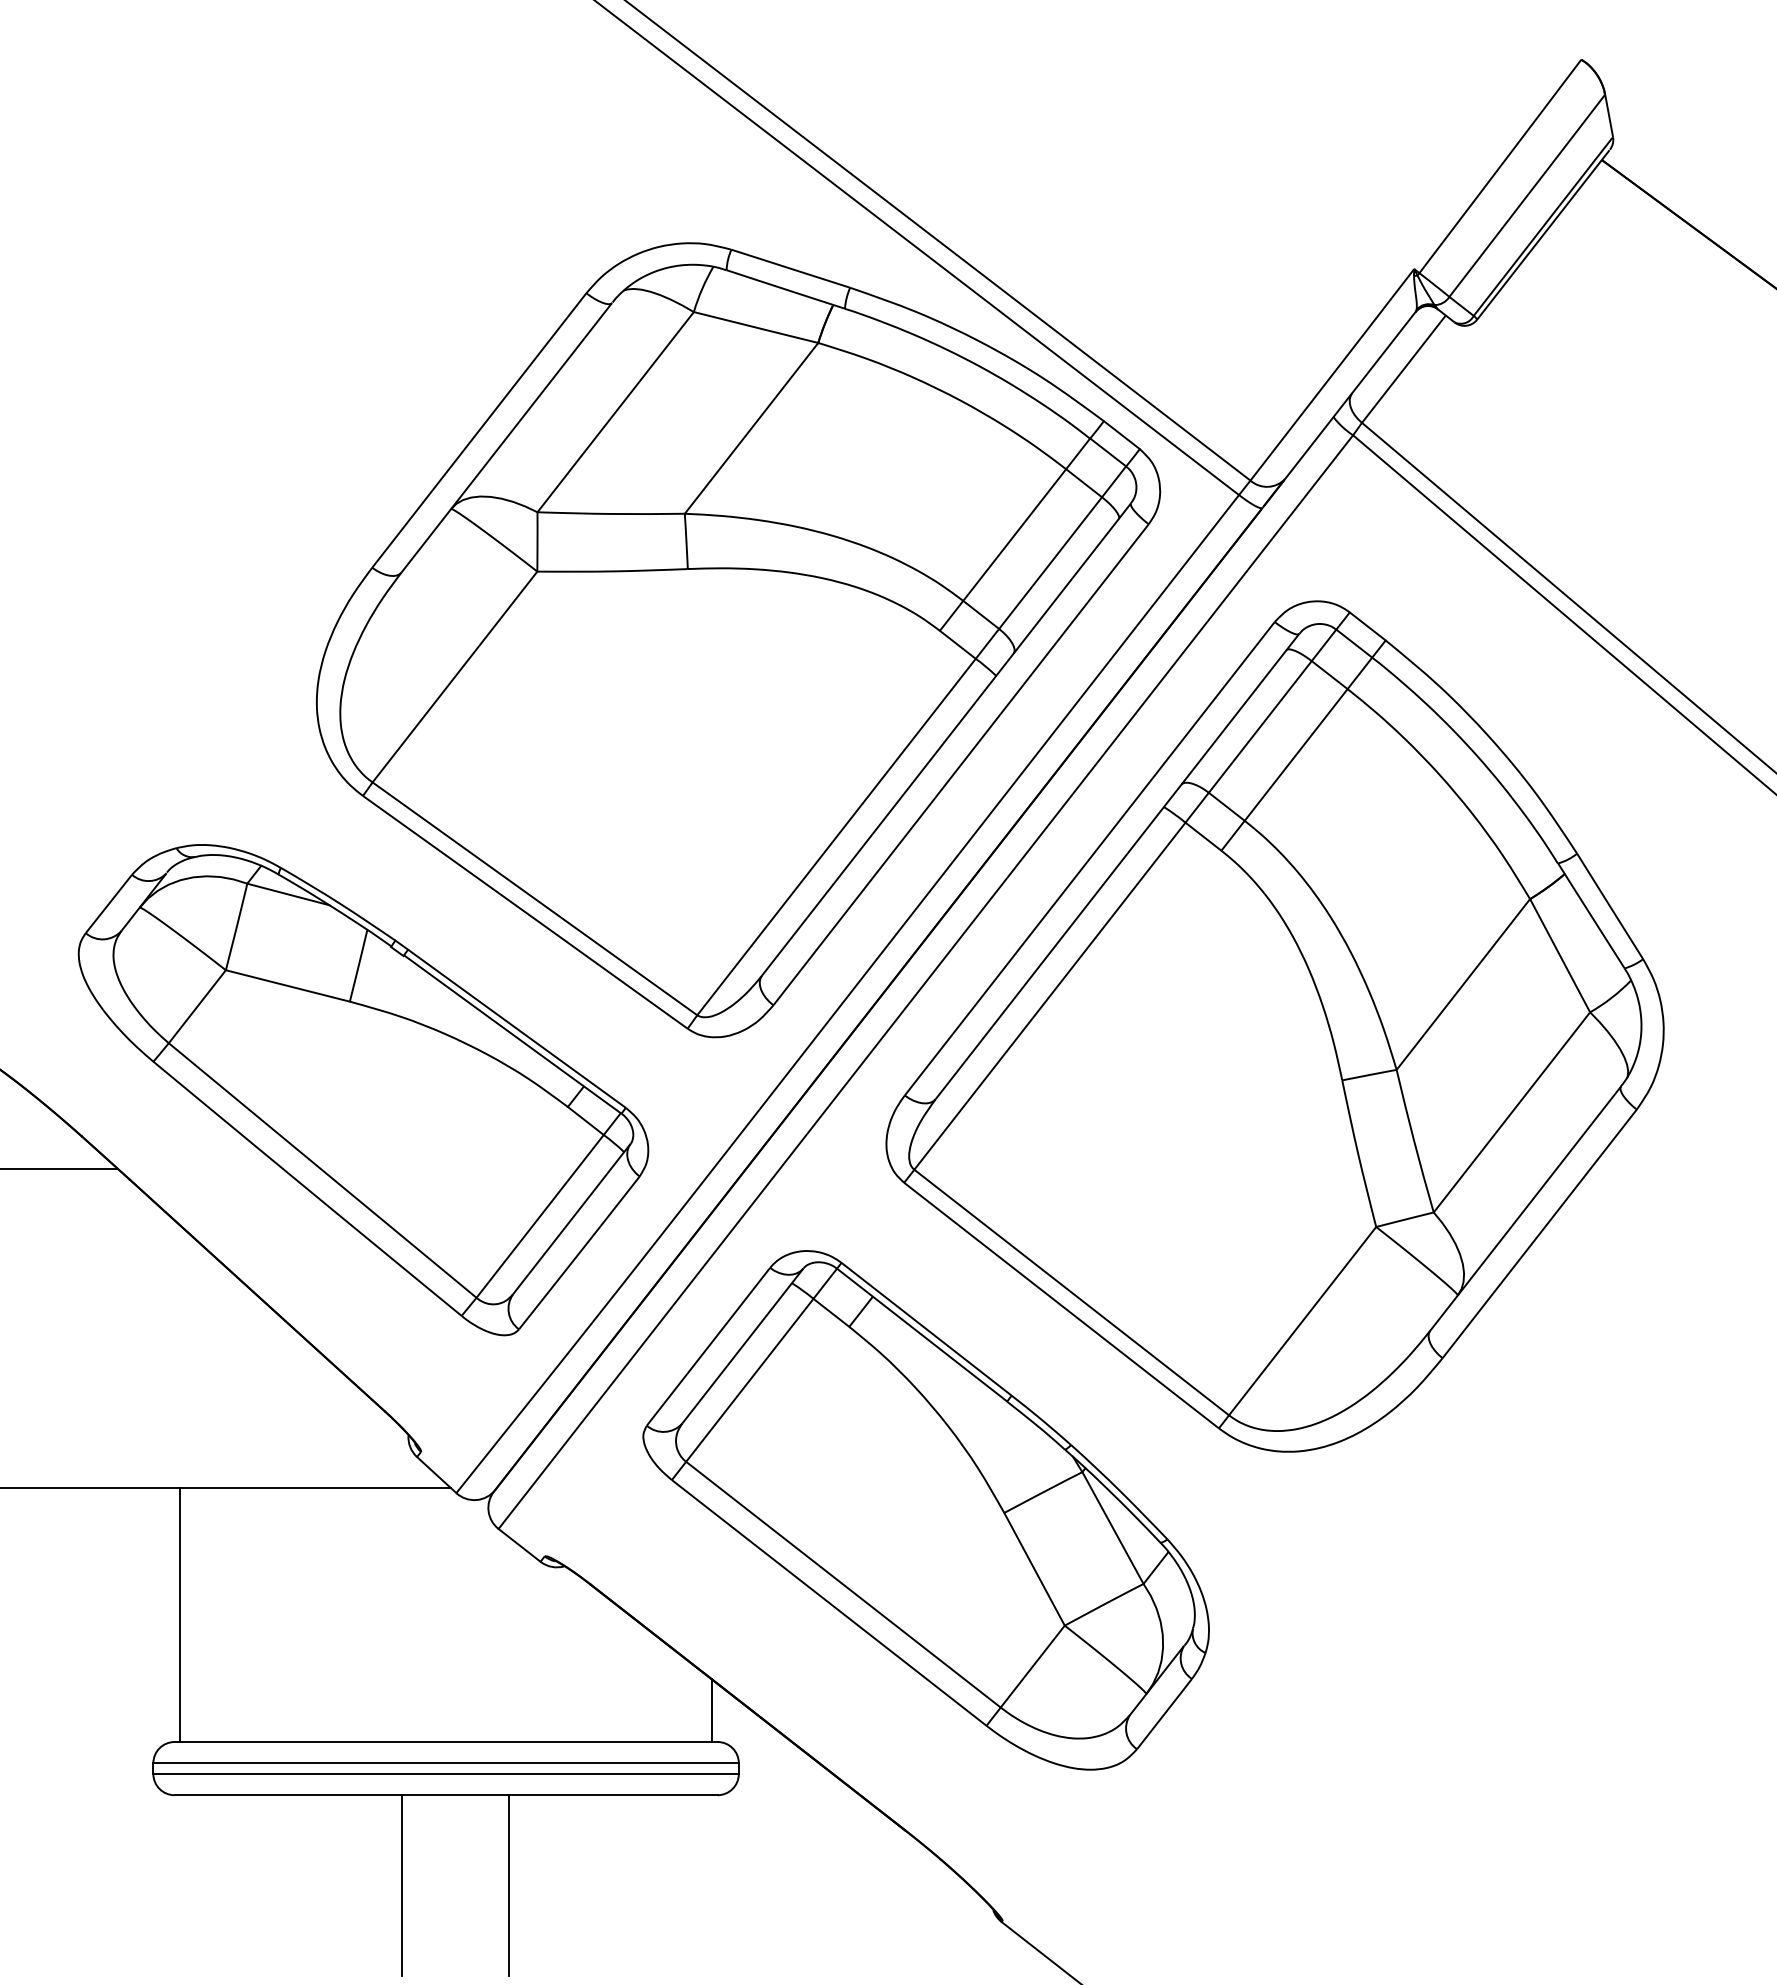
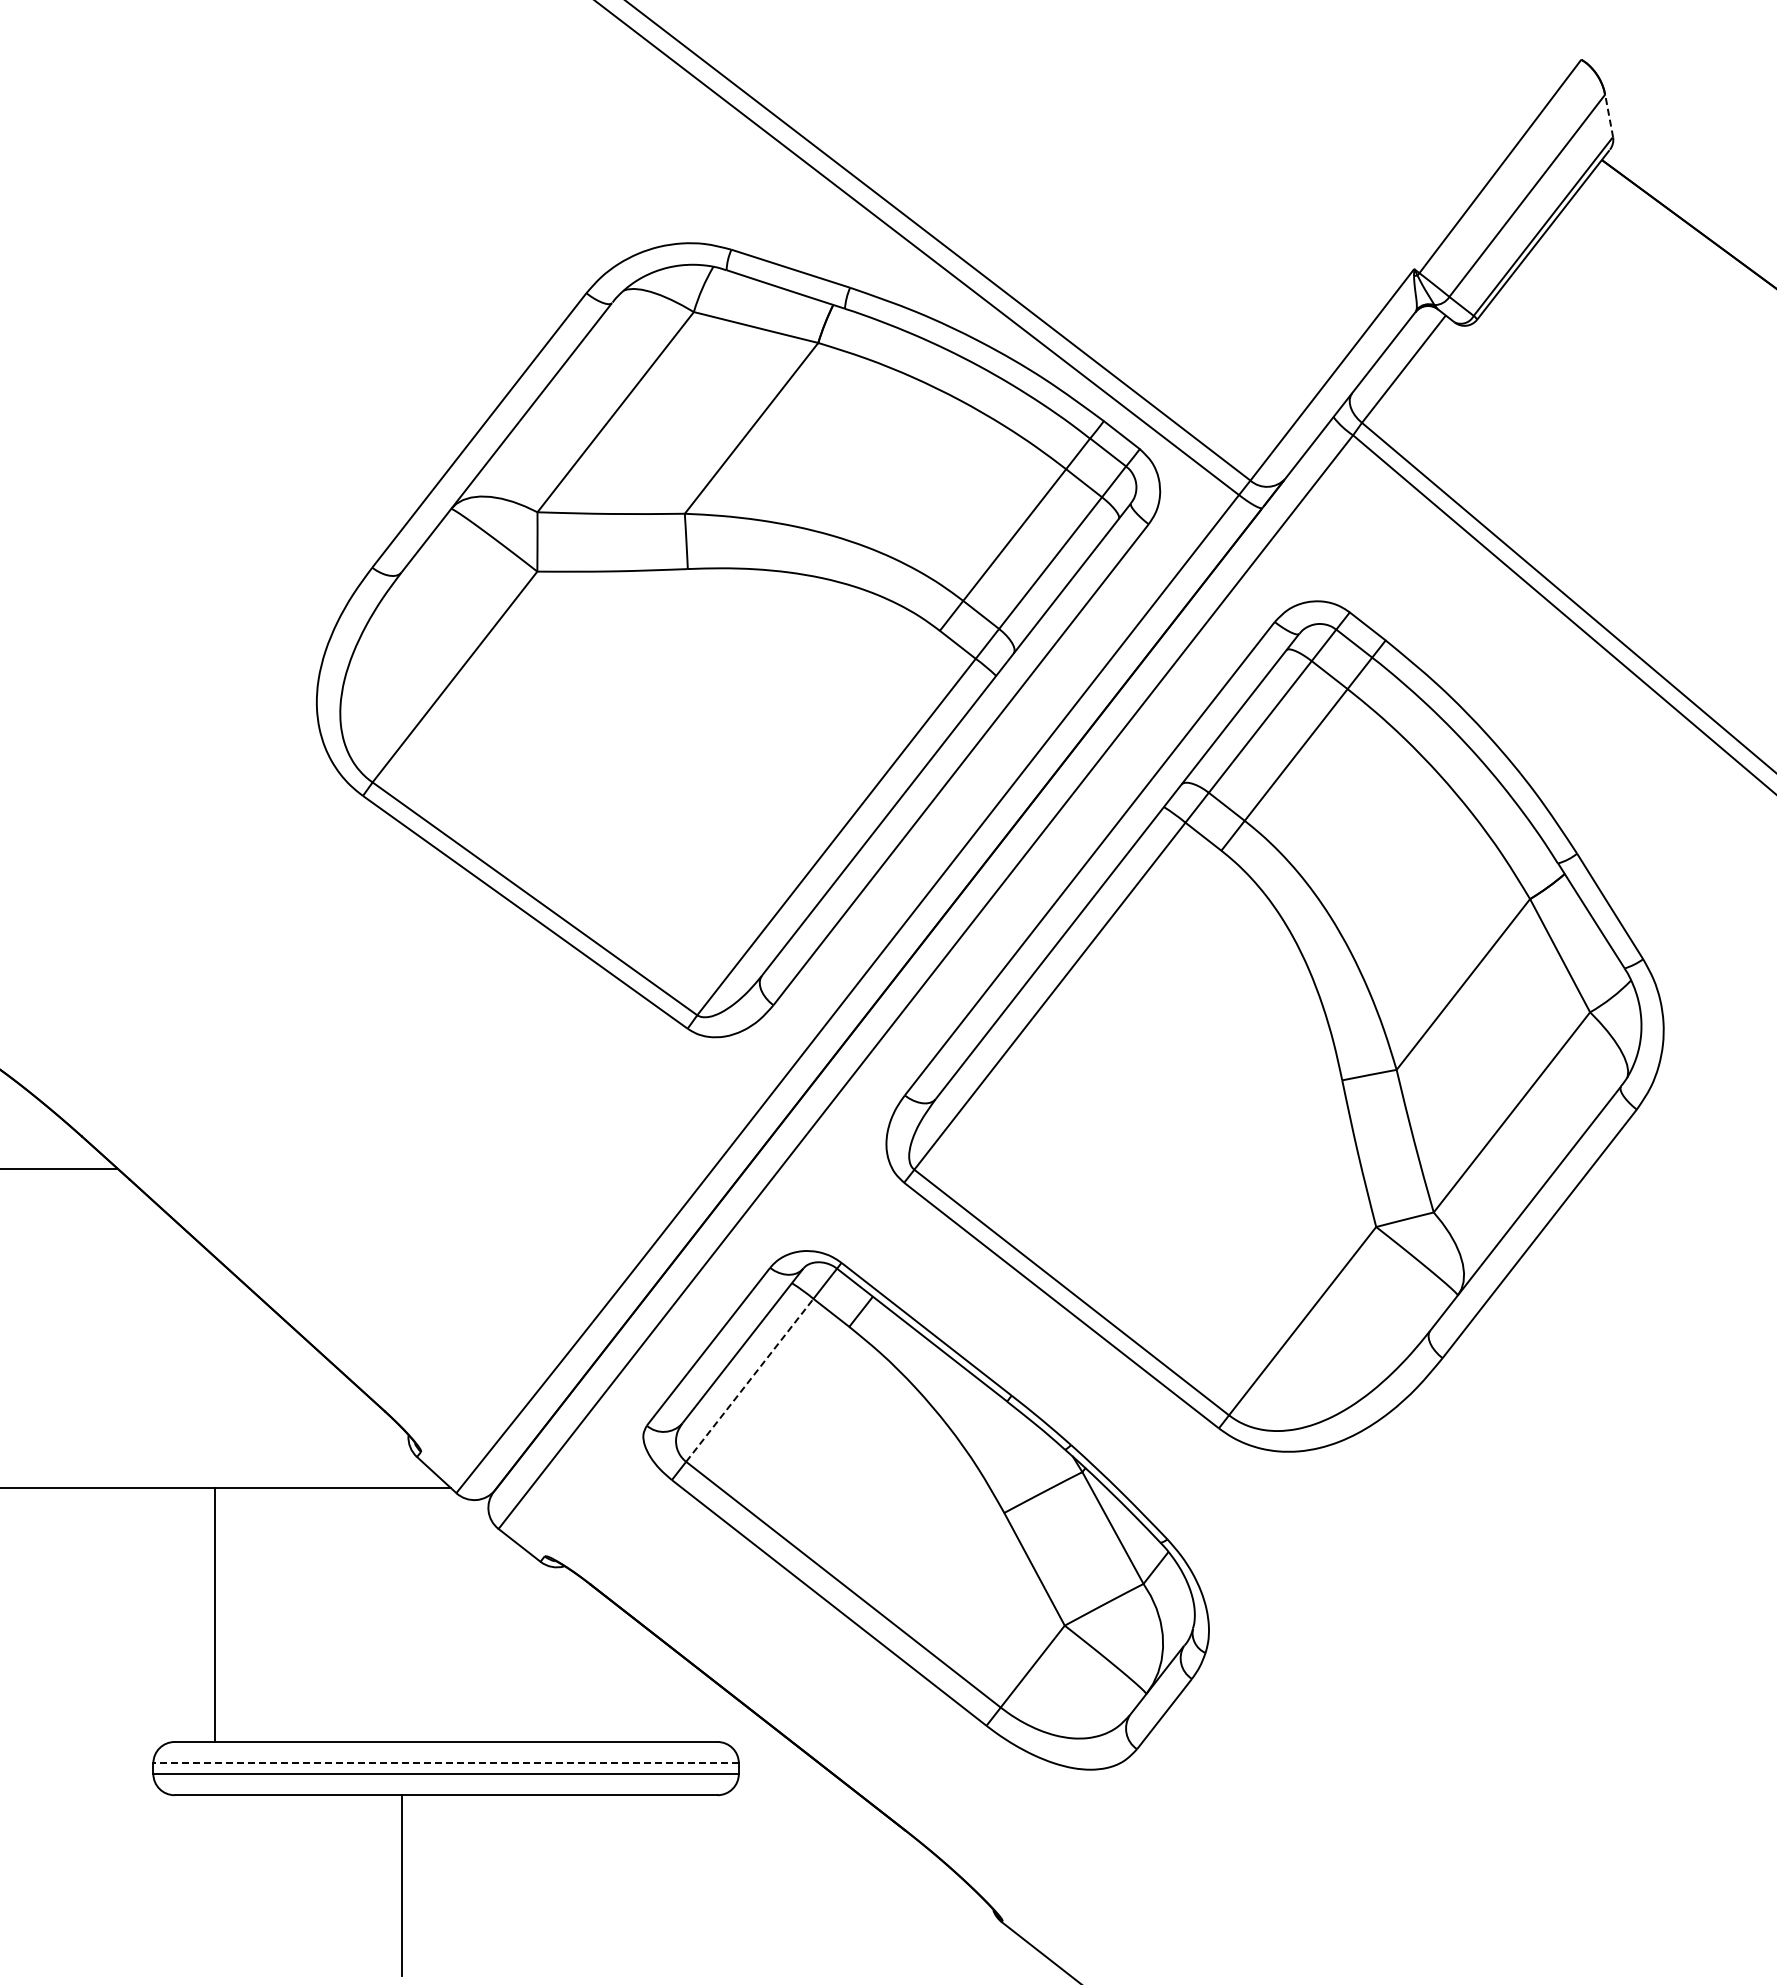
line at (1609, 115): solid -> dashed
part at (363, 1090): present -> none
line at (750, 1379): solid -> dashed
line at (179, 1614) position: (179, 1614) -> (214, 1614)
line at (711, 1710): present -> none
line at (446, 1763): solid -> dashed
line at (508, 1885): present -> none
